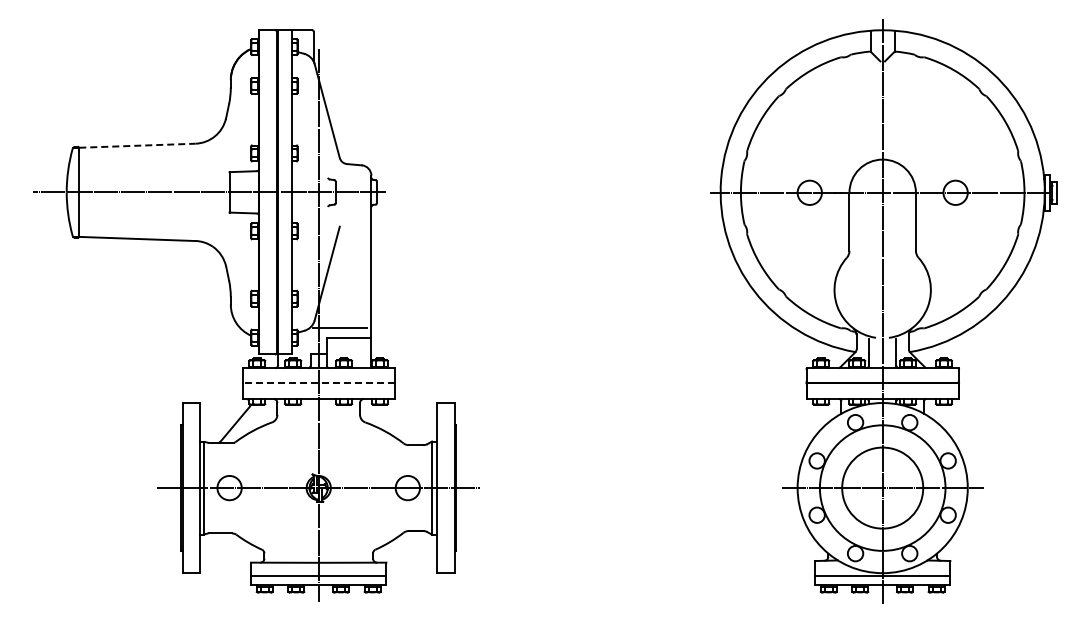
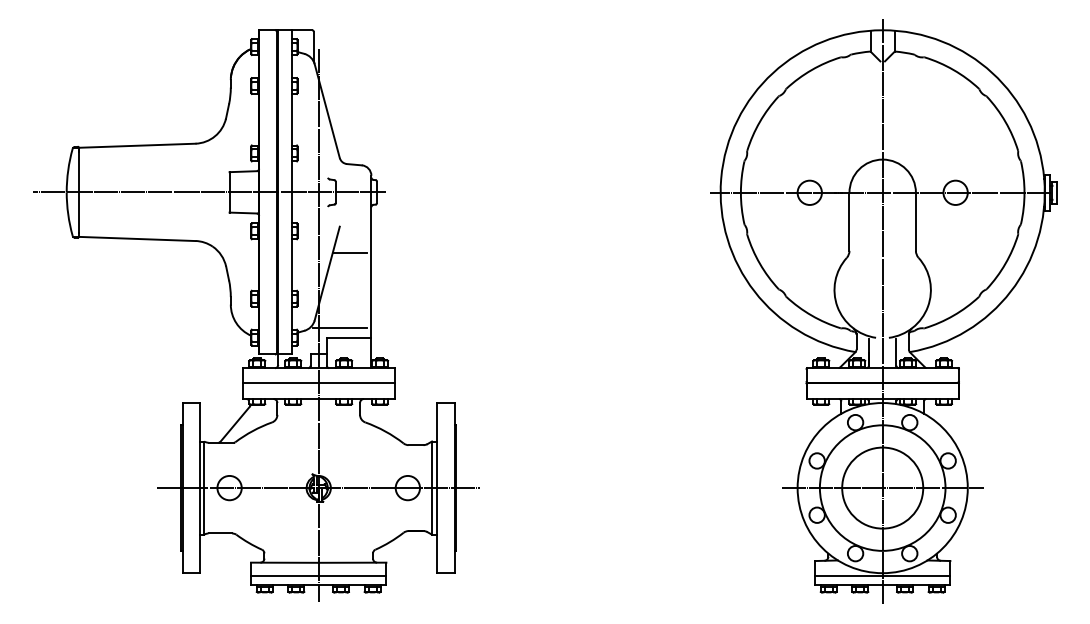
line at (137, 145): dashed -> solid
line at (349, 253): none -> present
line at (318, 382): dashed -> solid
